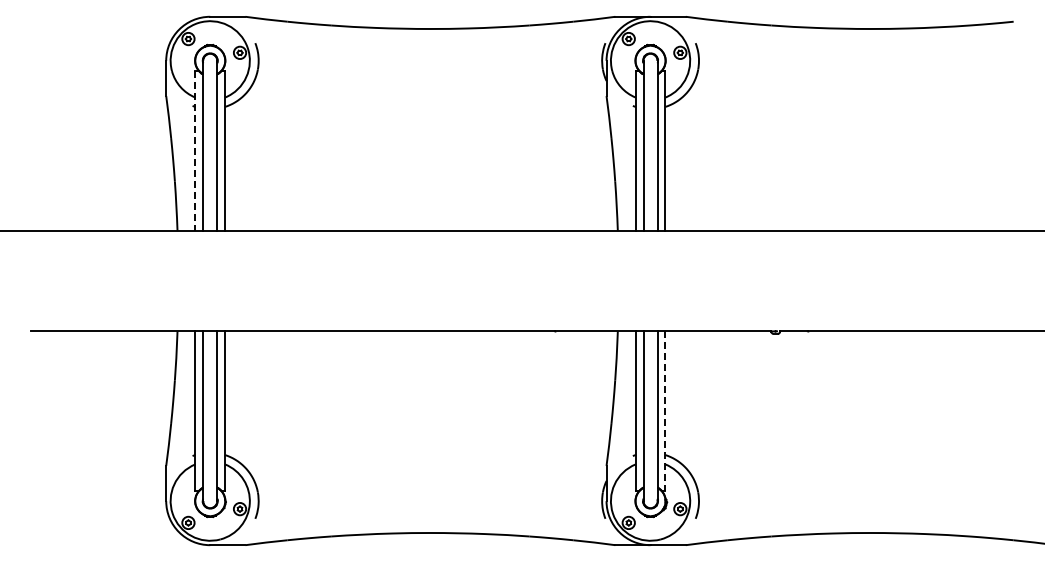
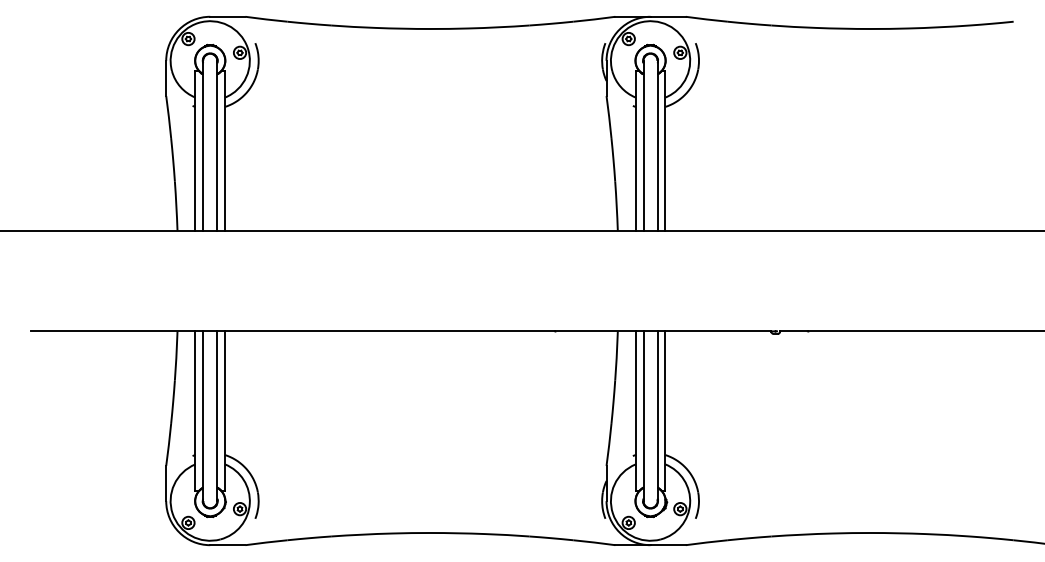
line at (195, 150): dashed -> solid
line at (665, 411): dashed -> solid
